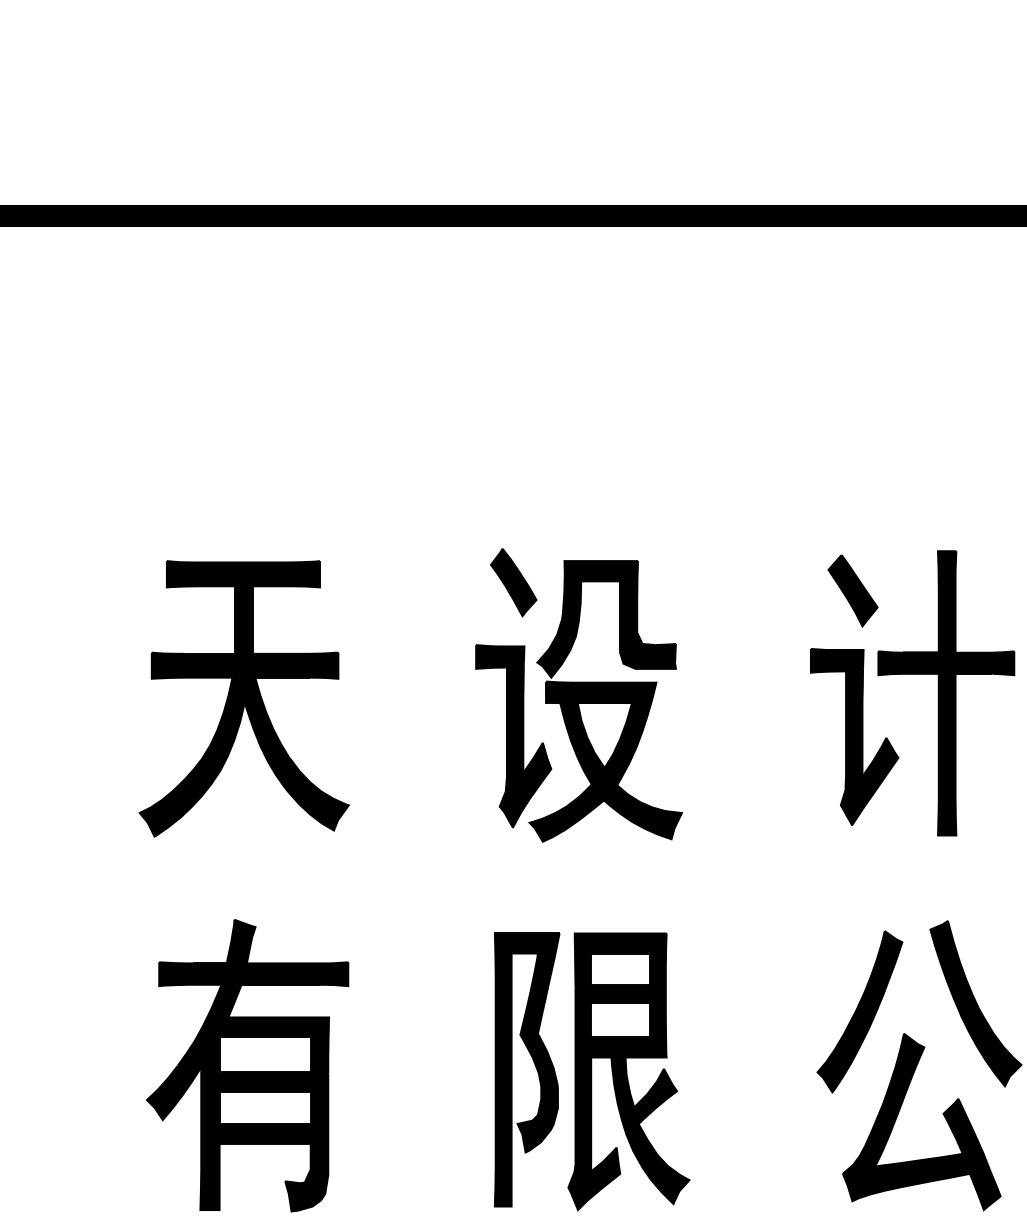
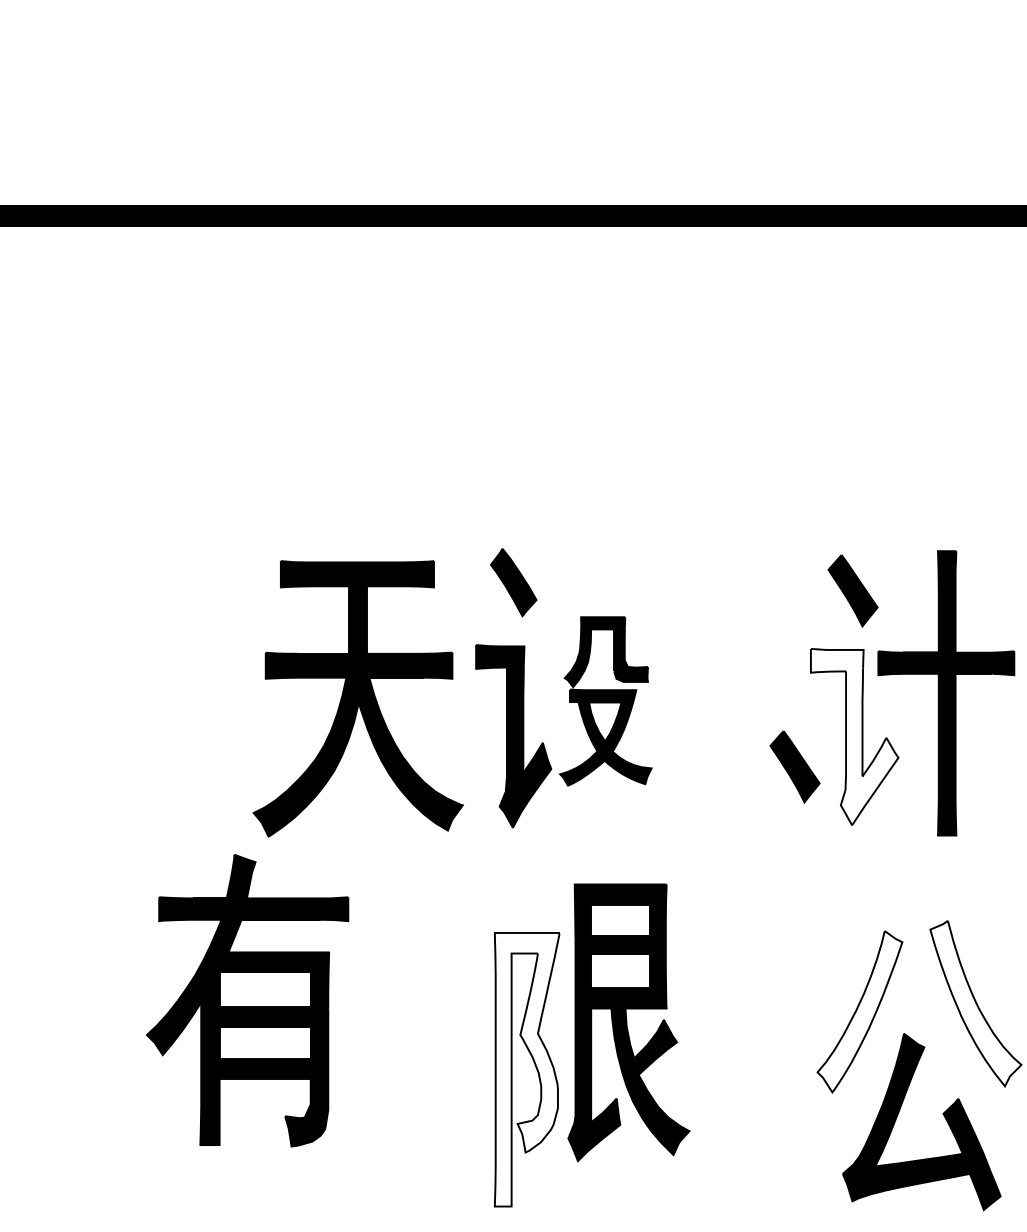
part at (243, 698) position: (243, 698) -> (357, 698)
part at (605, 701) size: 156x283 px -> 94x171 px
fill at (854, 736): present -> none
part at (794, 766): none -> present
fill at (975, 1003): present -> none
fill at (859, 1011): present -> none
part at (247, 1065) position: (247, 1065) -> (247, 1000)
fill at (526, 1069): present -> none
part at (628, 1071) position: (628, 1071) -> (628, 1022)
